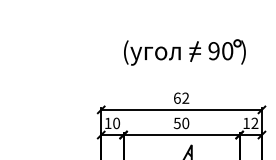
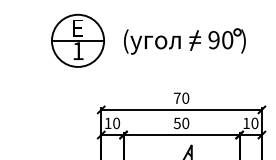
part at (77, 40): none -> present
part at (184, 52) position: (184, 52) -> (184, 41)
text at (181, 97): 62 -> 70
text at (254, 123): 12 -> 10
